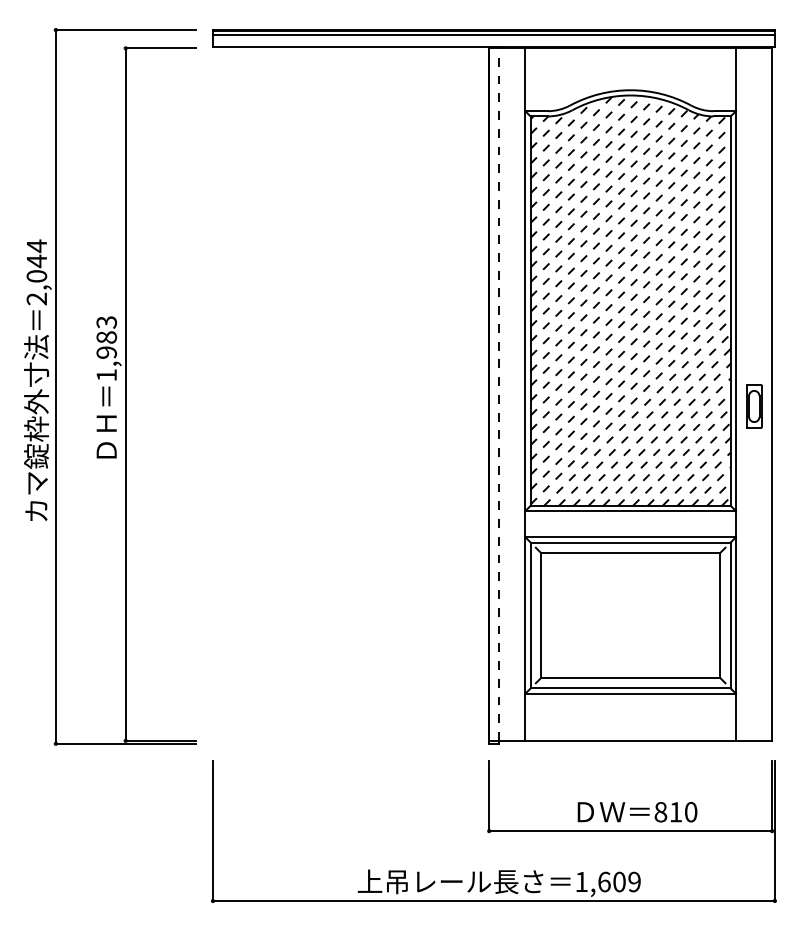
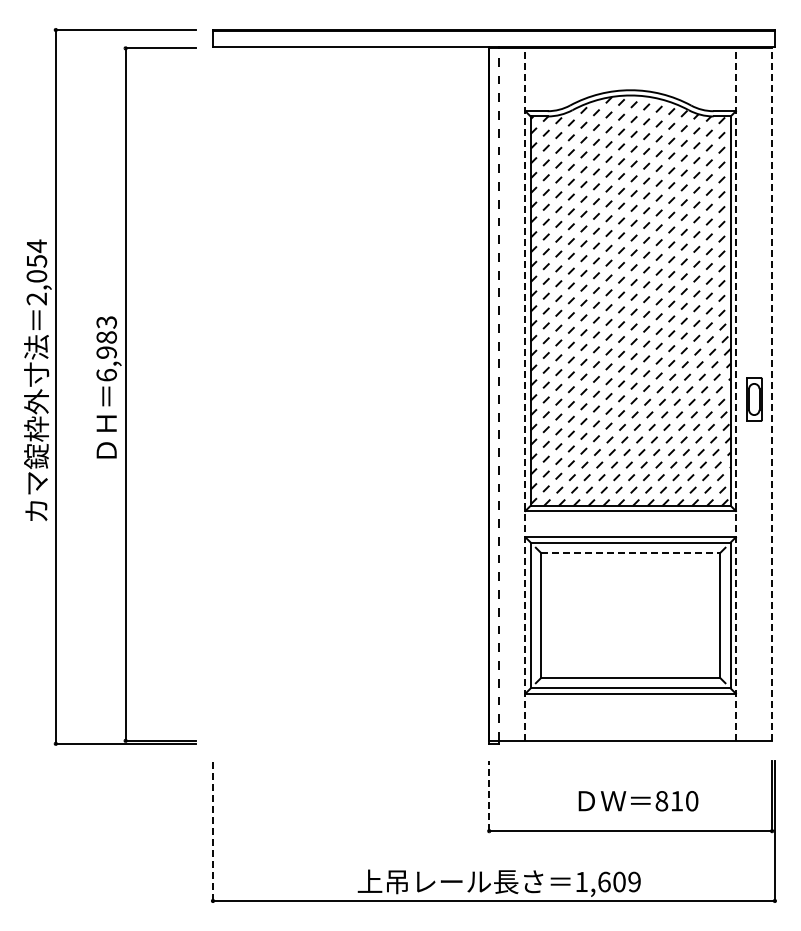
line at (493, 35): present -> none
text at (37, 261): 2,044 -> 2,054
text at (106, 375): 1,983 -> 6,983
line at (525, 394): solid -> dashed
line at (735, 394): solid -> dashed
line at (772, 394): solid -> dashed
part at (754, 406) position: (754, 406) -> (754, 399)
line at (630, 552): solid -> dashed
line at (489, 796): solid -> dashed
text at (637, 812) position: (637, 812) -> (638, 801)
line at (212, 831): solid -> dashed
